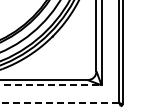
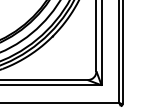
line at (51, 85): dashed -> solid
line at (59, 102): dashed -> solid
